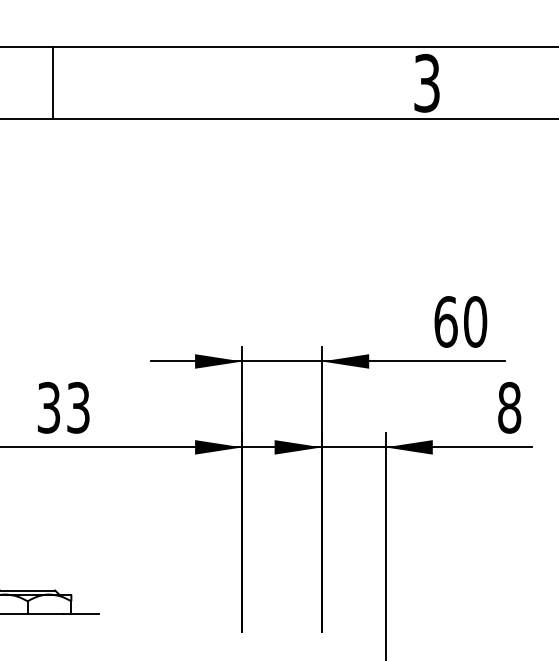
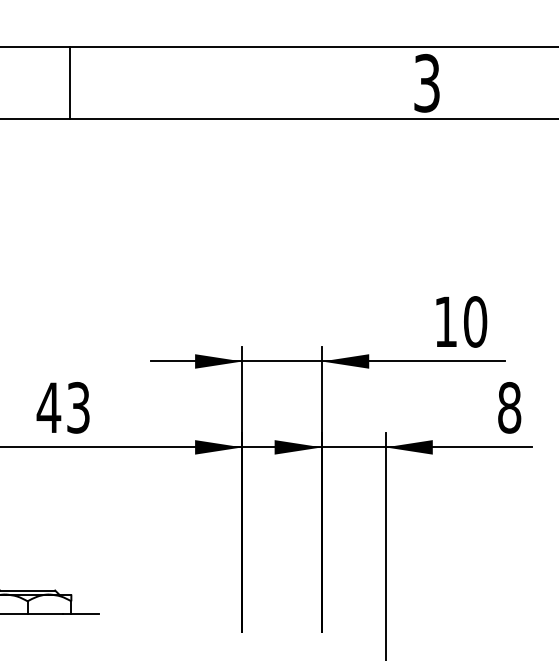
line at (52, 82) position: (52, 82) -> (69, 82)
text at (445, 321): 60 -> 10
text at (48, 407): 33 -> 43
